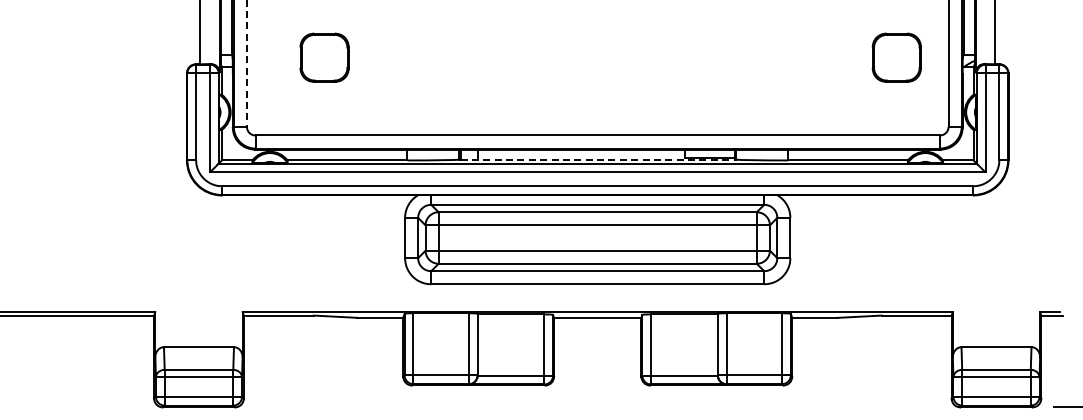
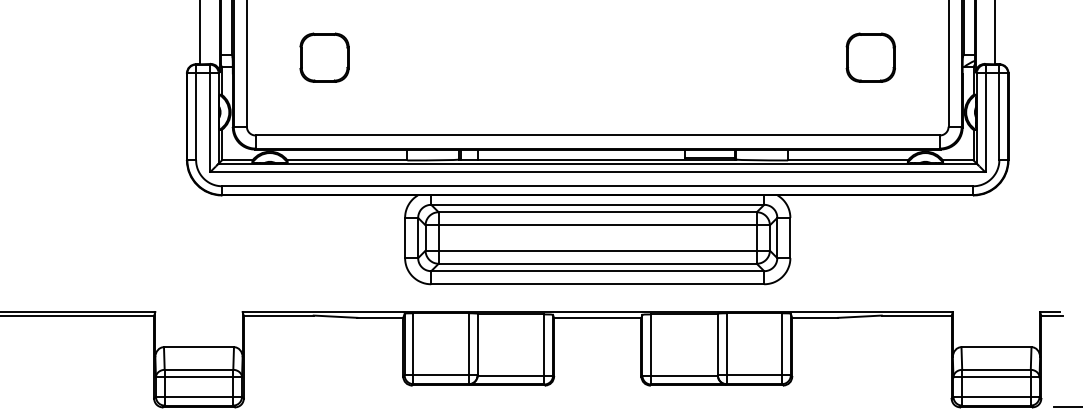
part at (896, 57) position: (896, 57) -> (870, 57)
line at (246, 63): dashed -> solid
line at (598, 159): dashed -> solid
